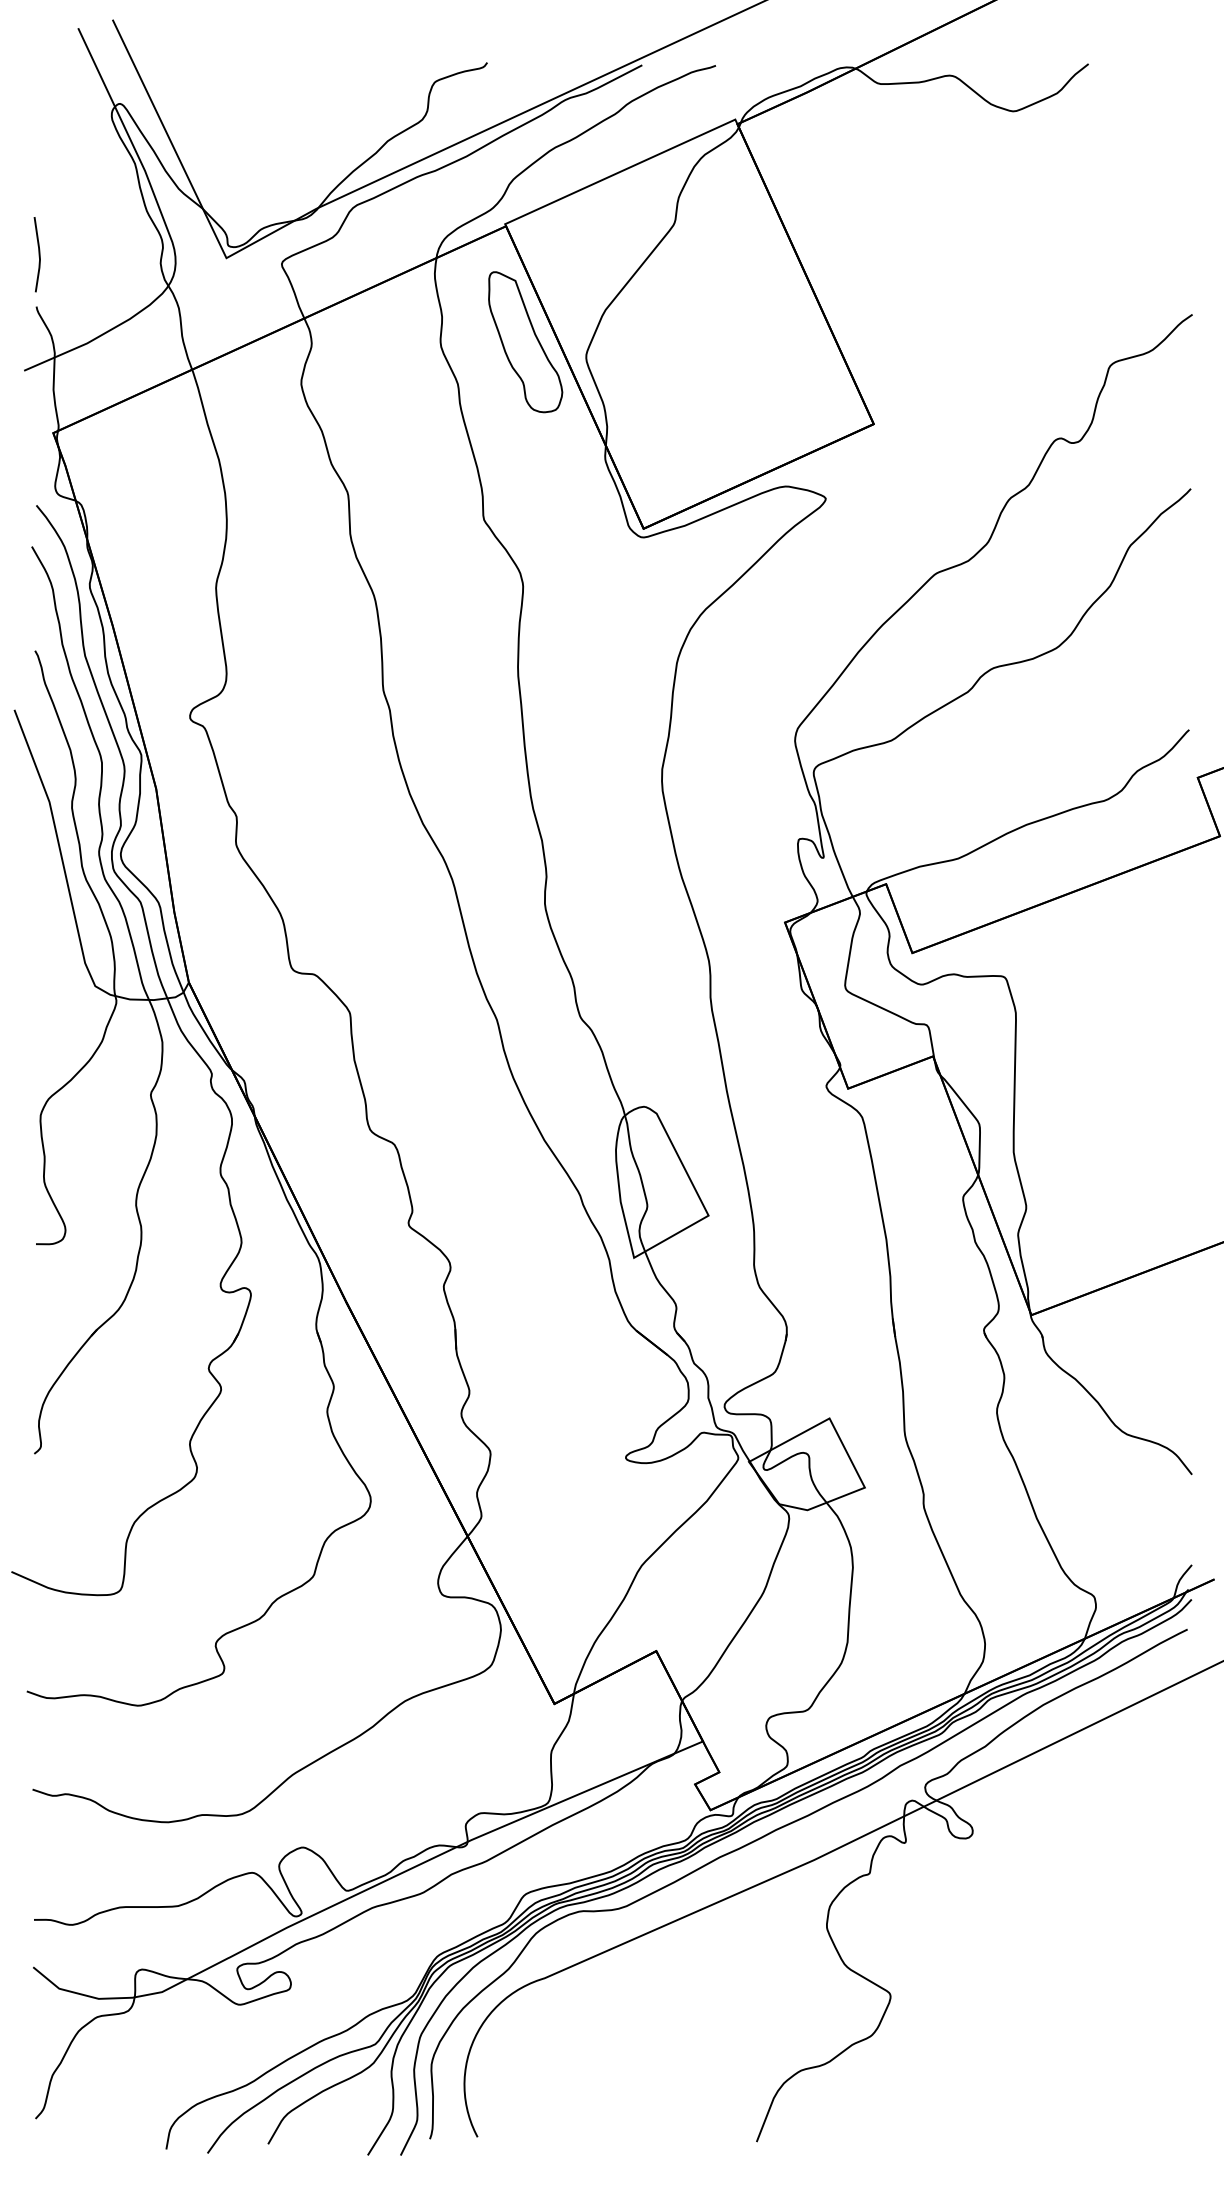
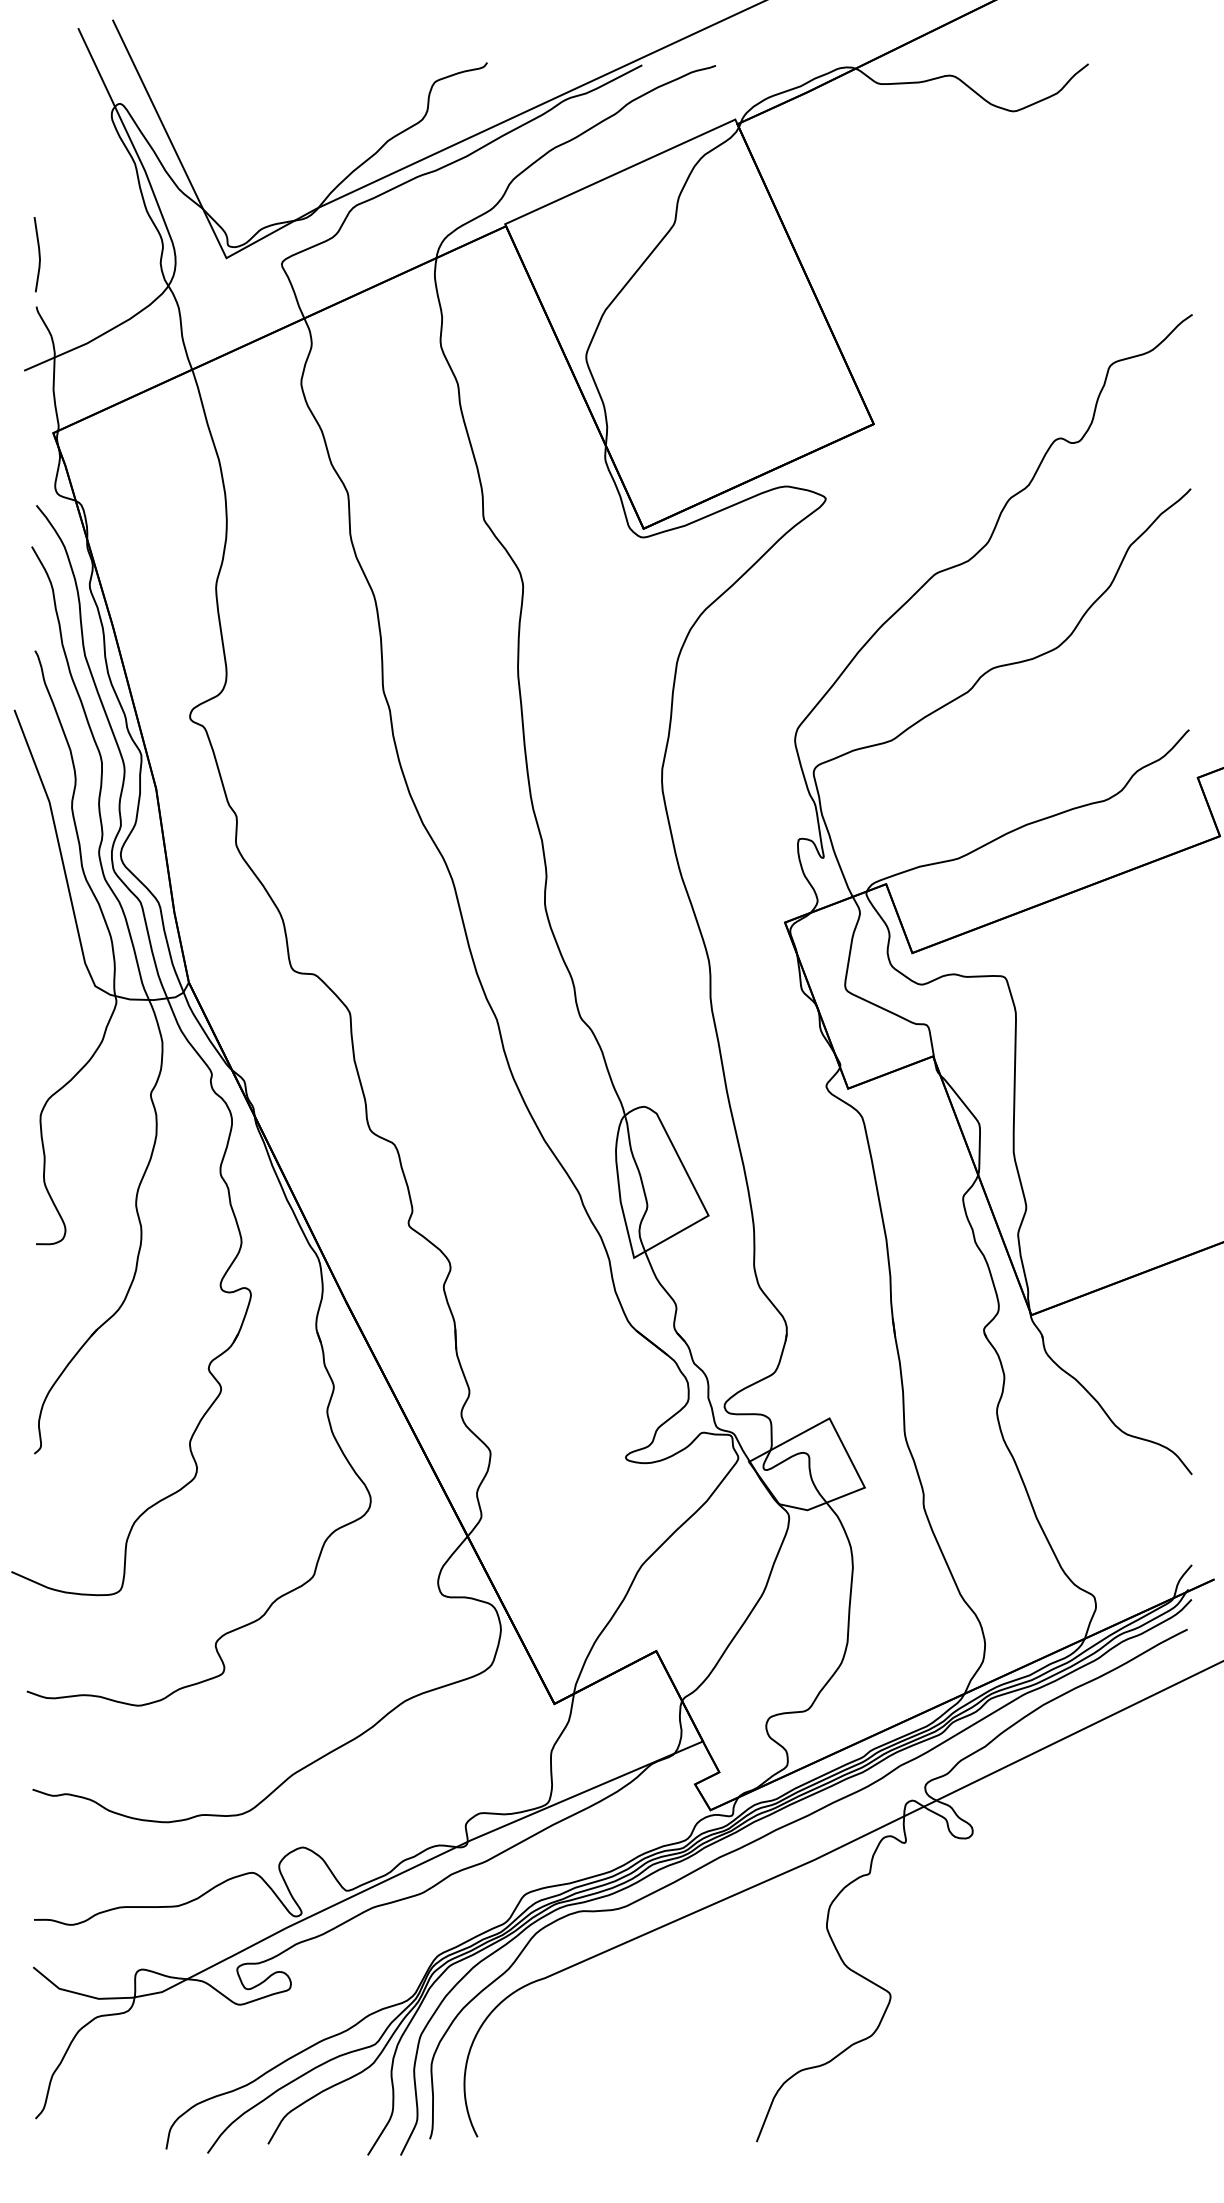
part at (525, 342): present -> none
